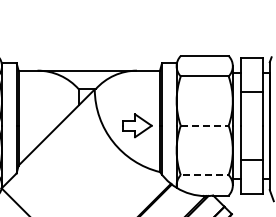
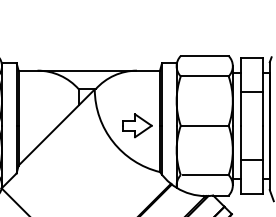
line at (204, 125): dashed -> solid
line at (206, 175): dashed -> solid
